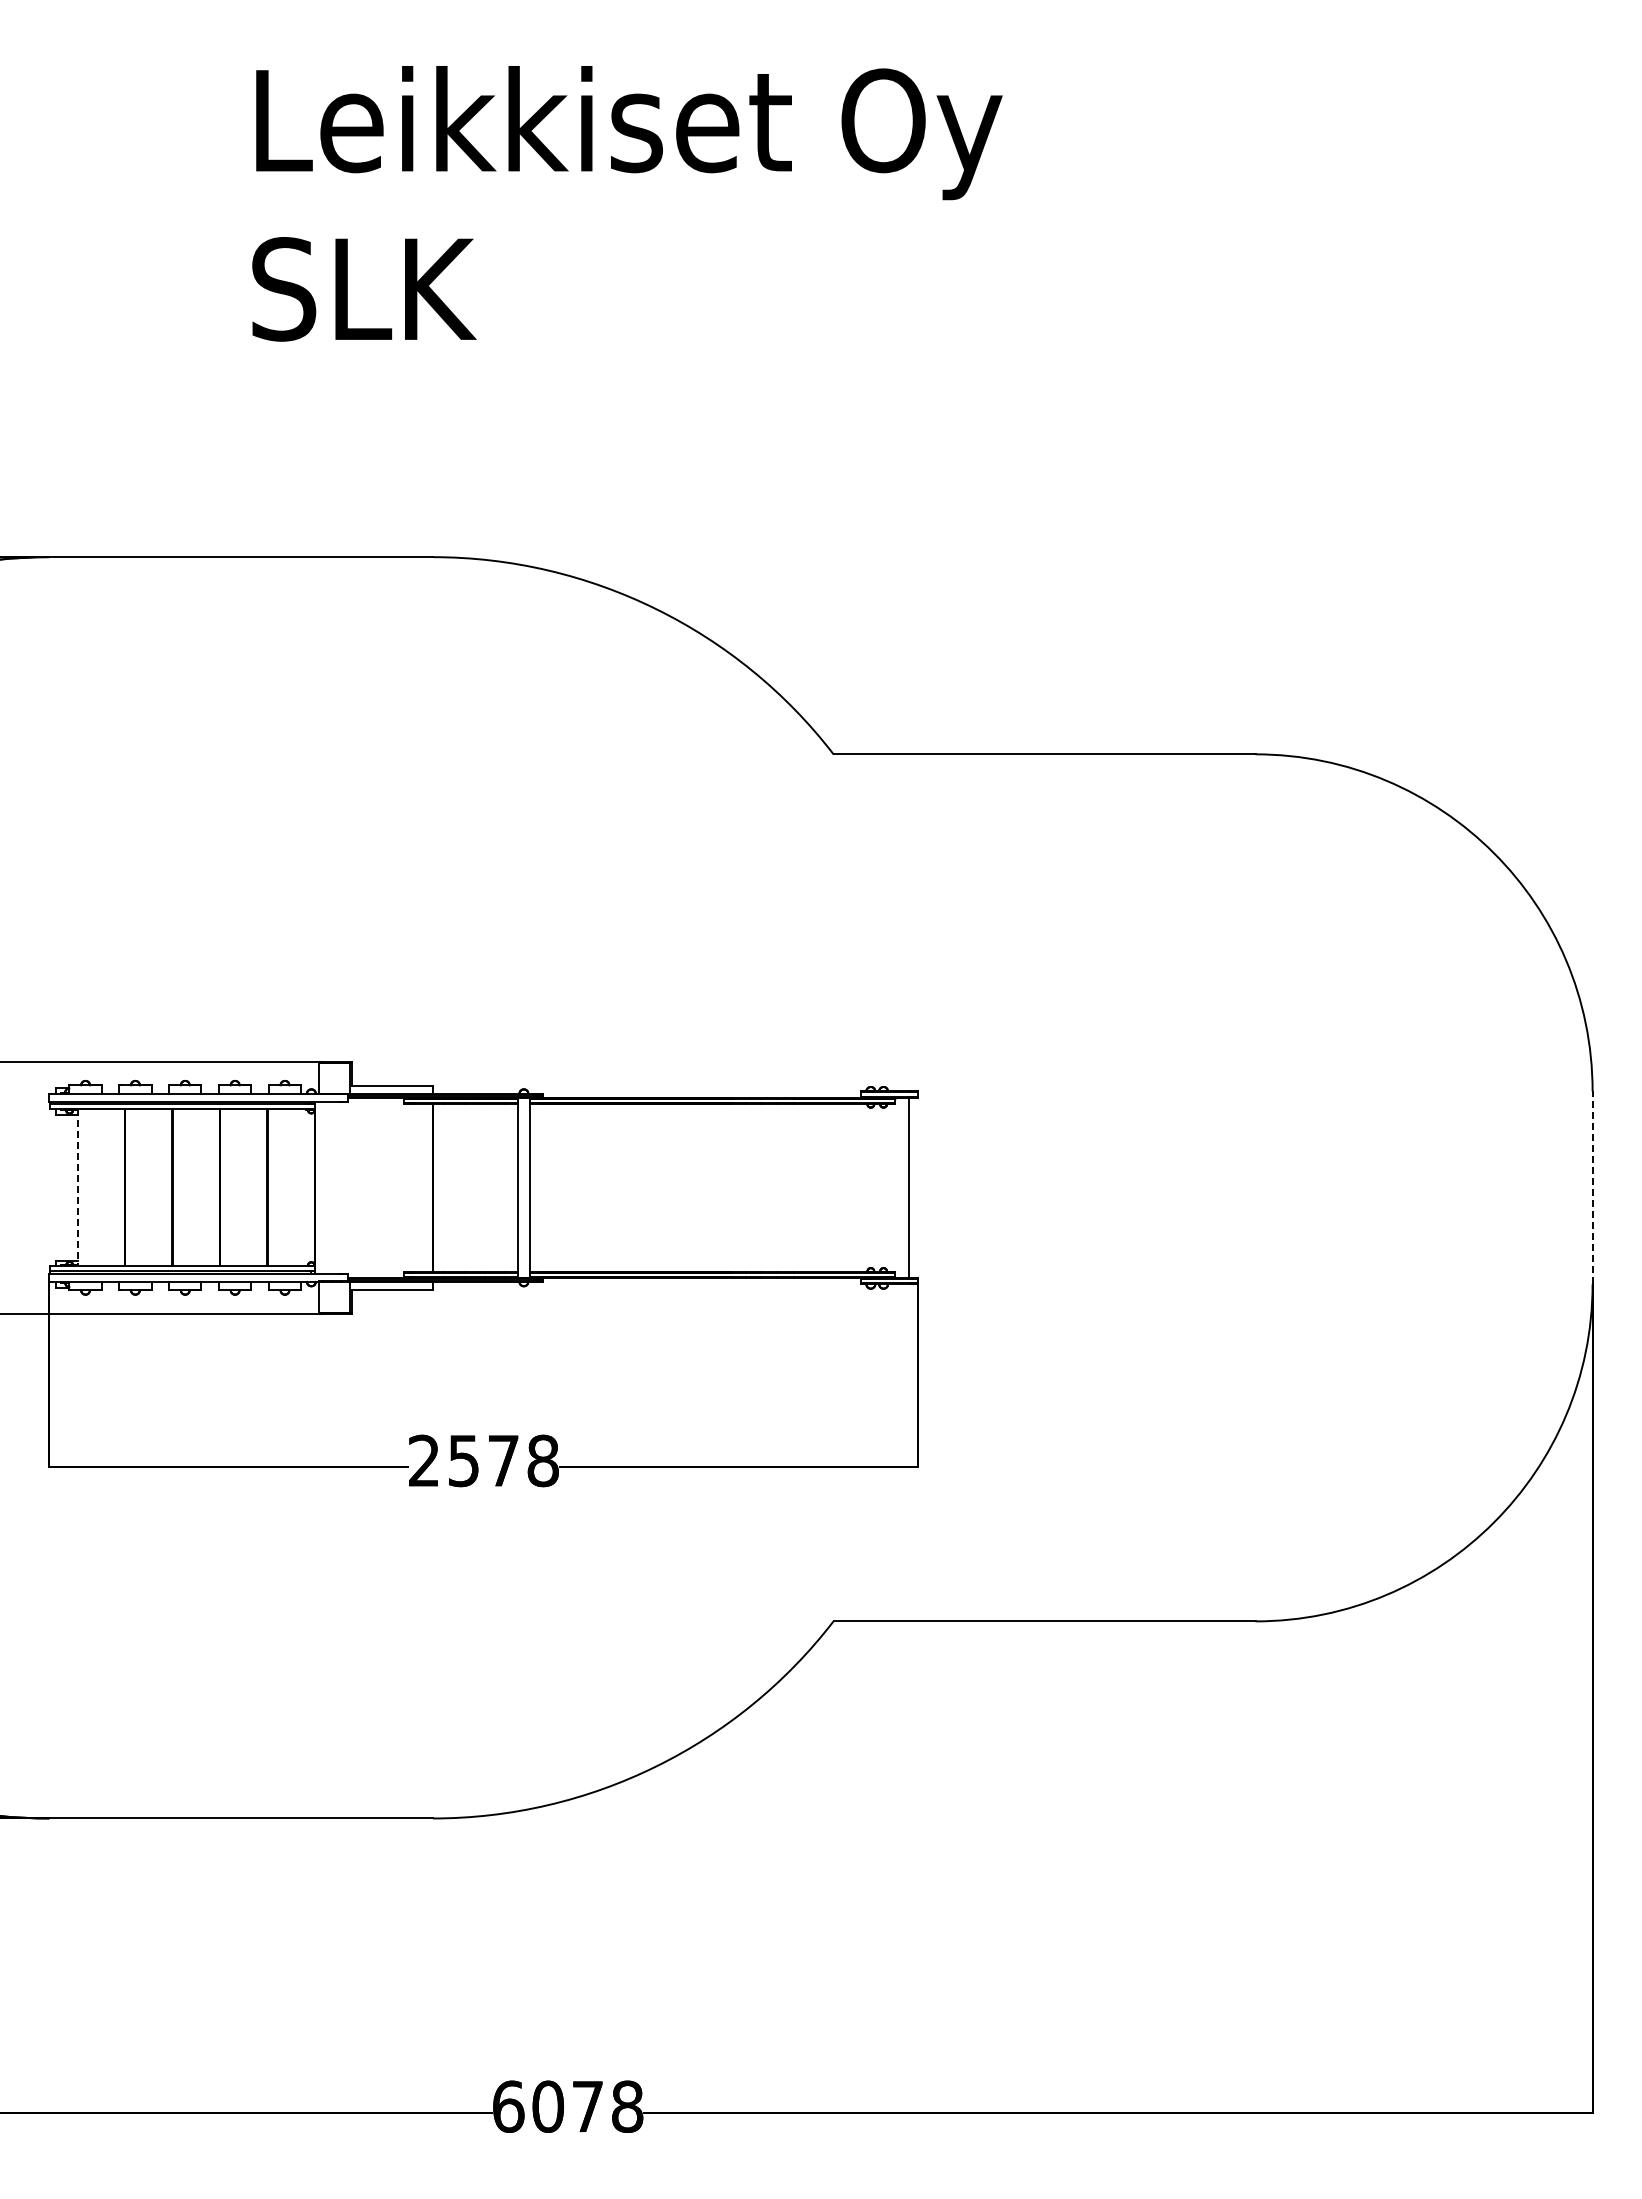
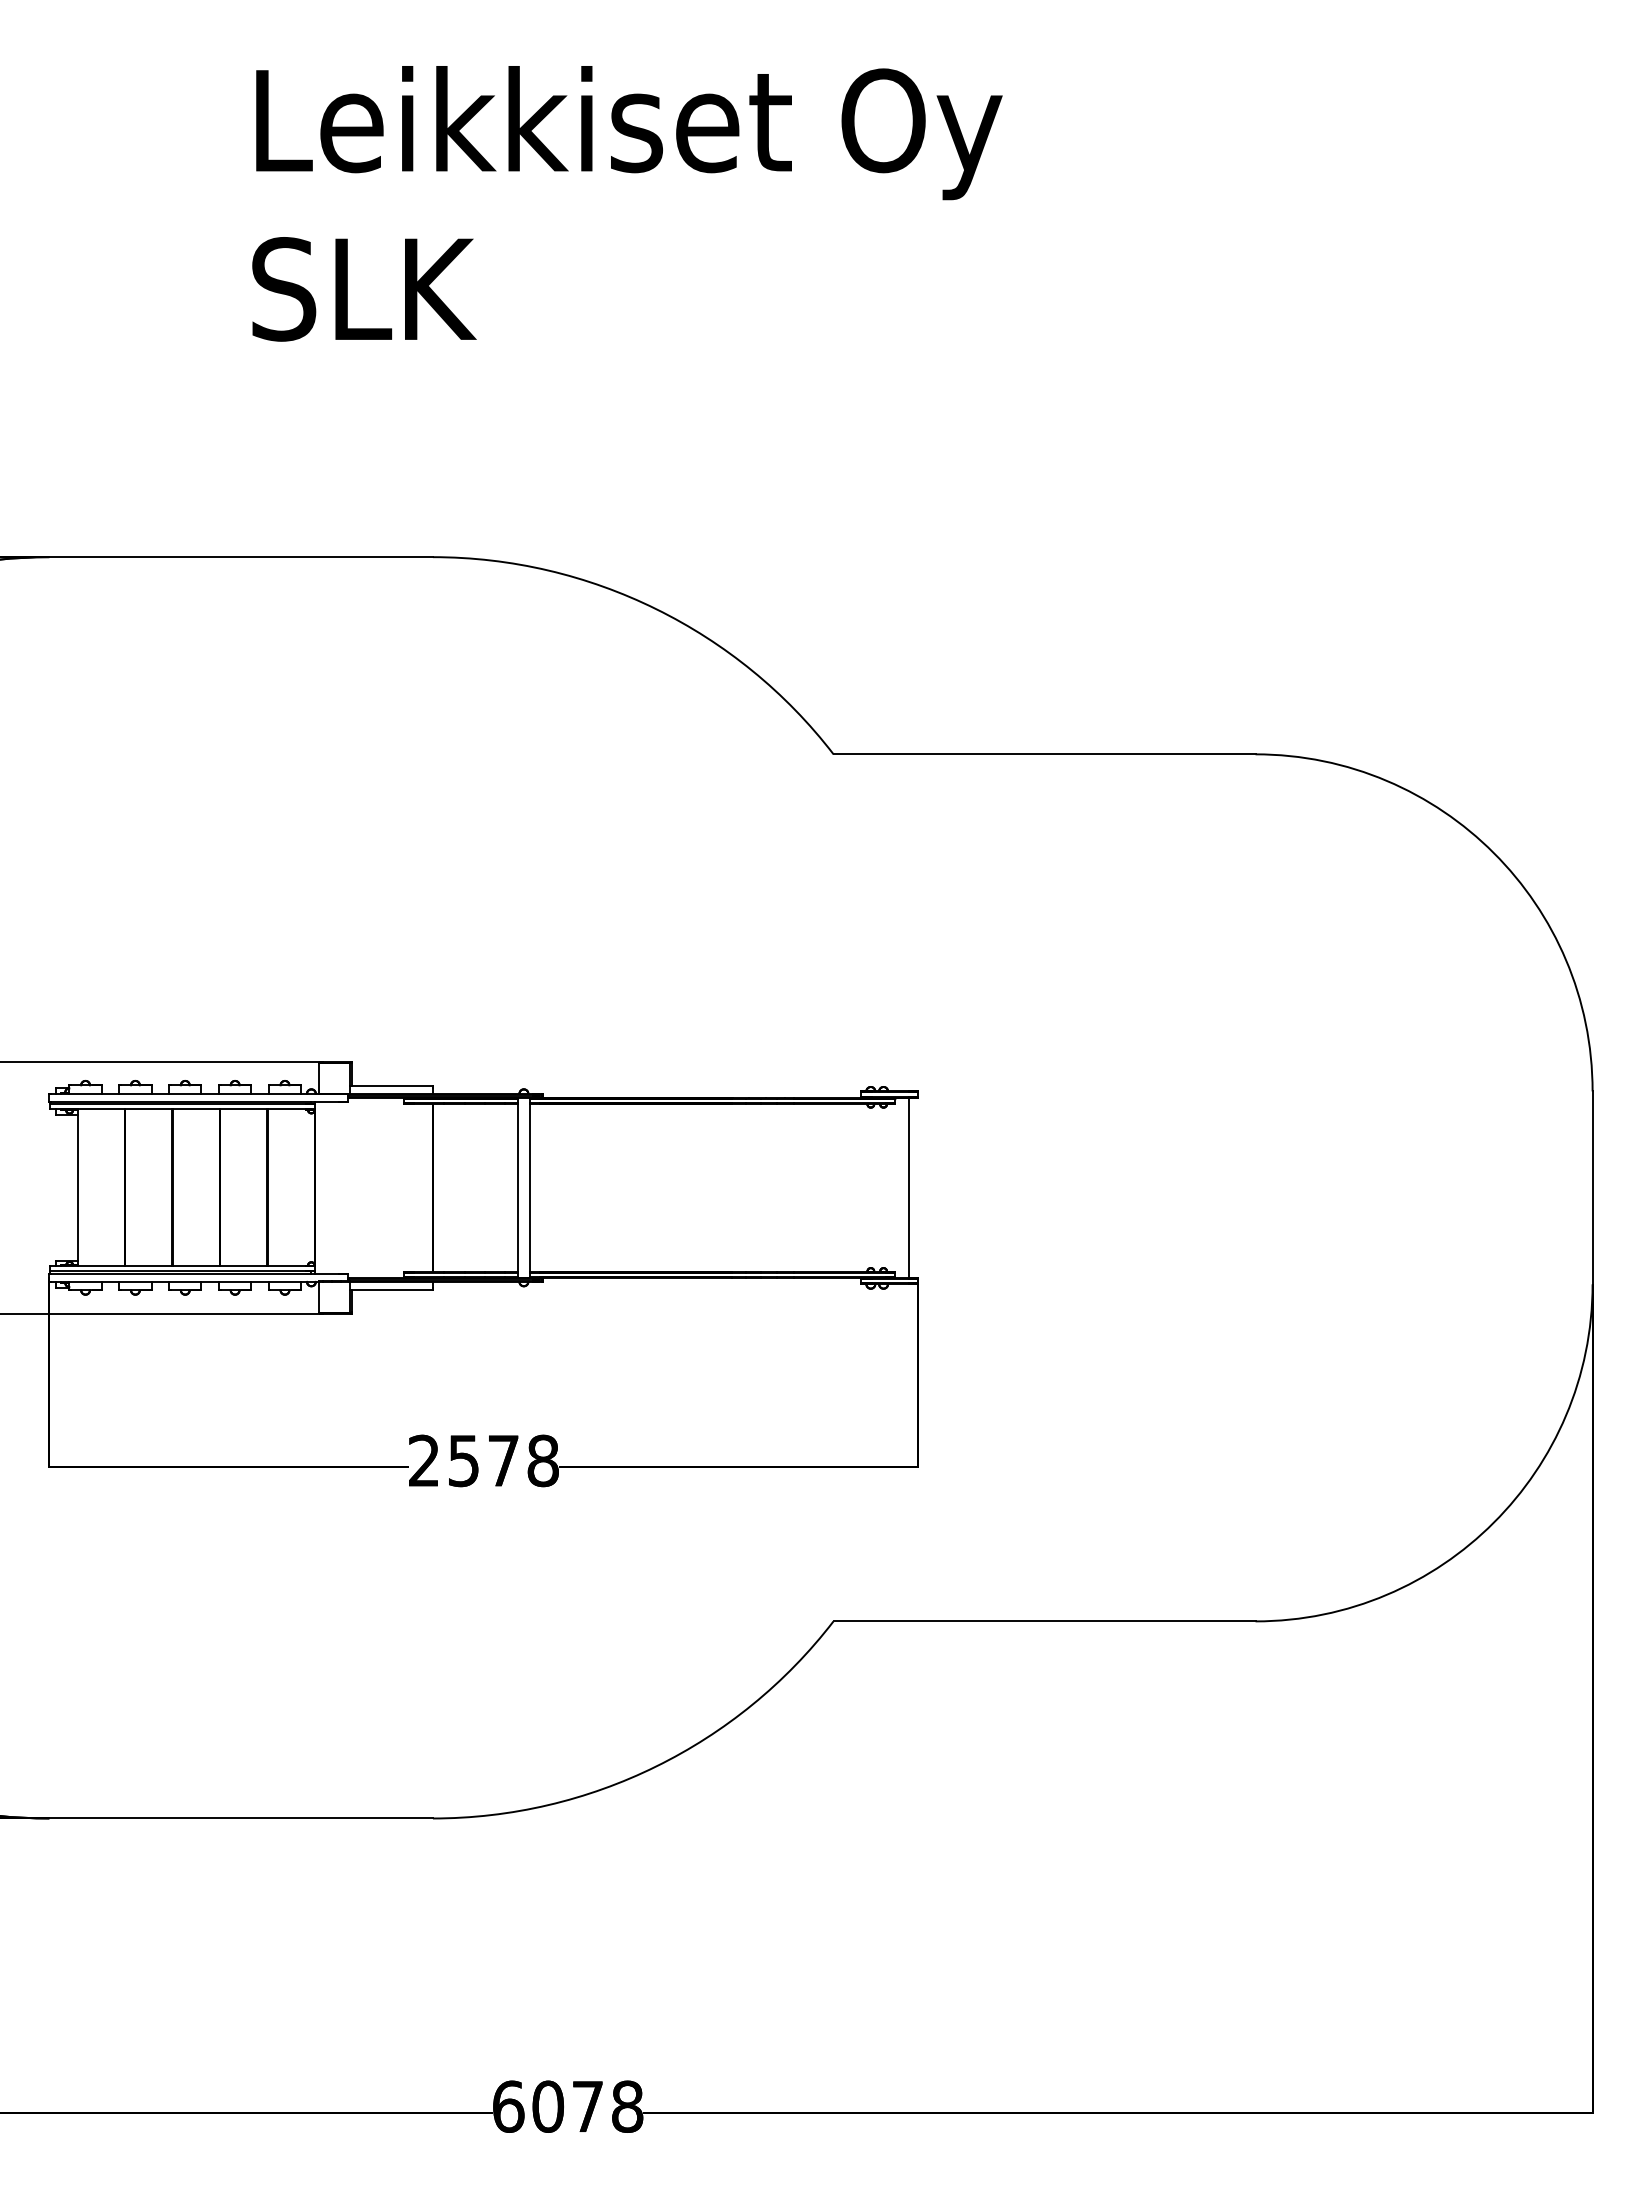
line at (77, 1187): dashed -> solid
line at (1592, 1187): dashed -> solid
